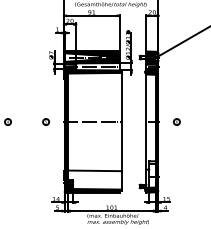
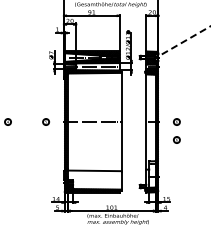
line at (182, 42): solid -> dashed
part at (176, 139): none -> present
